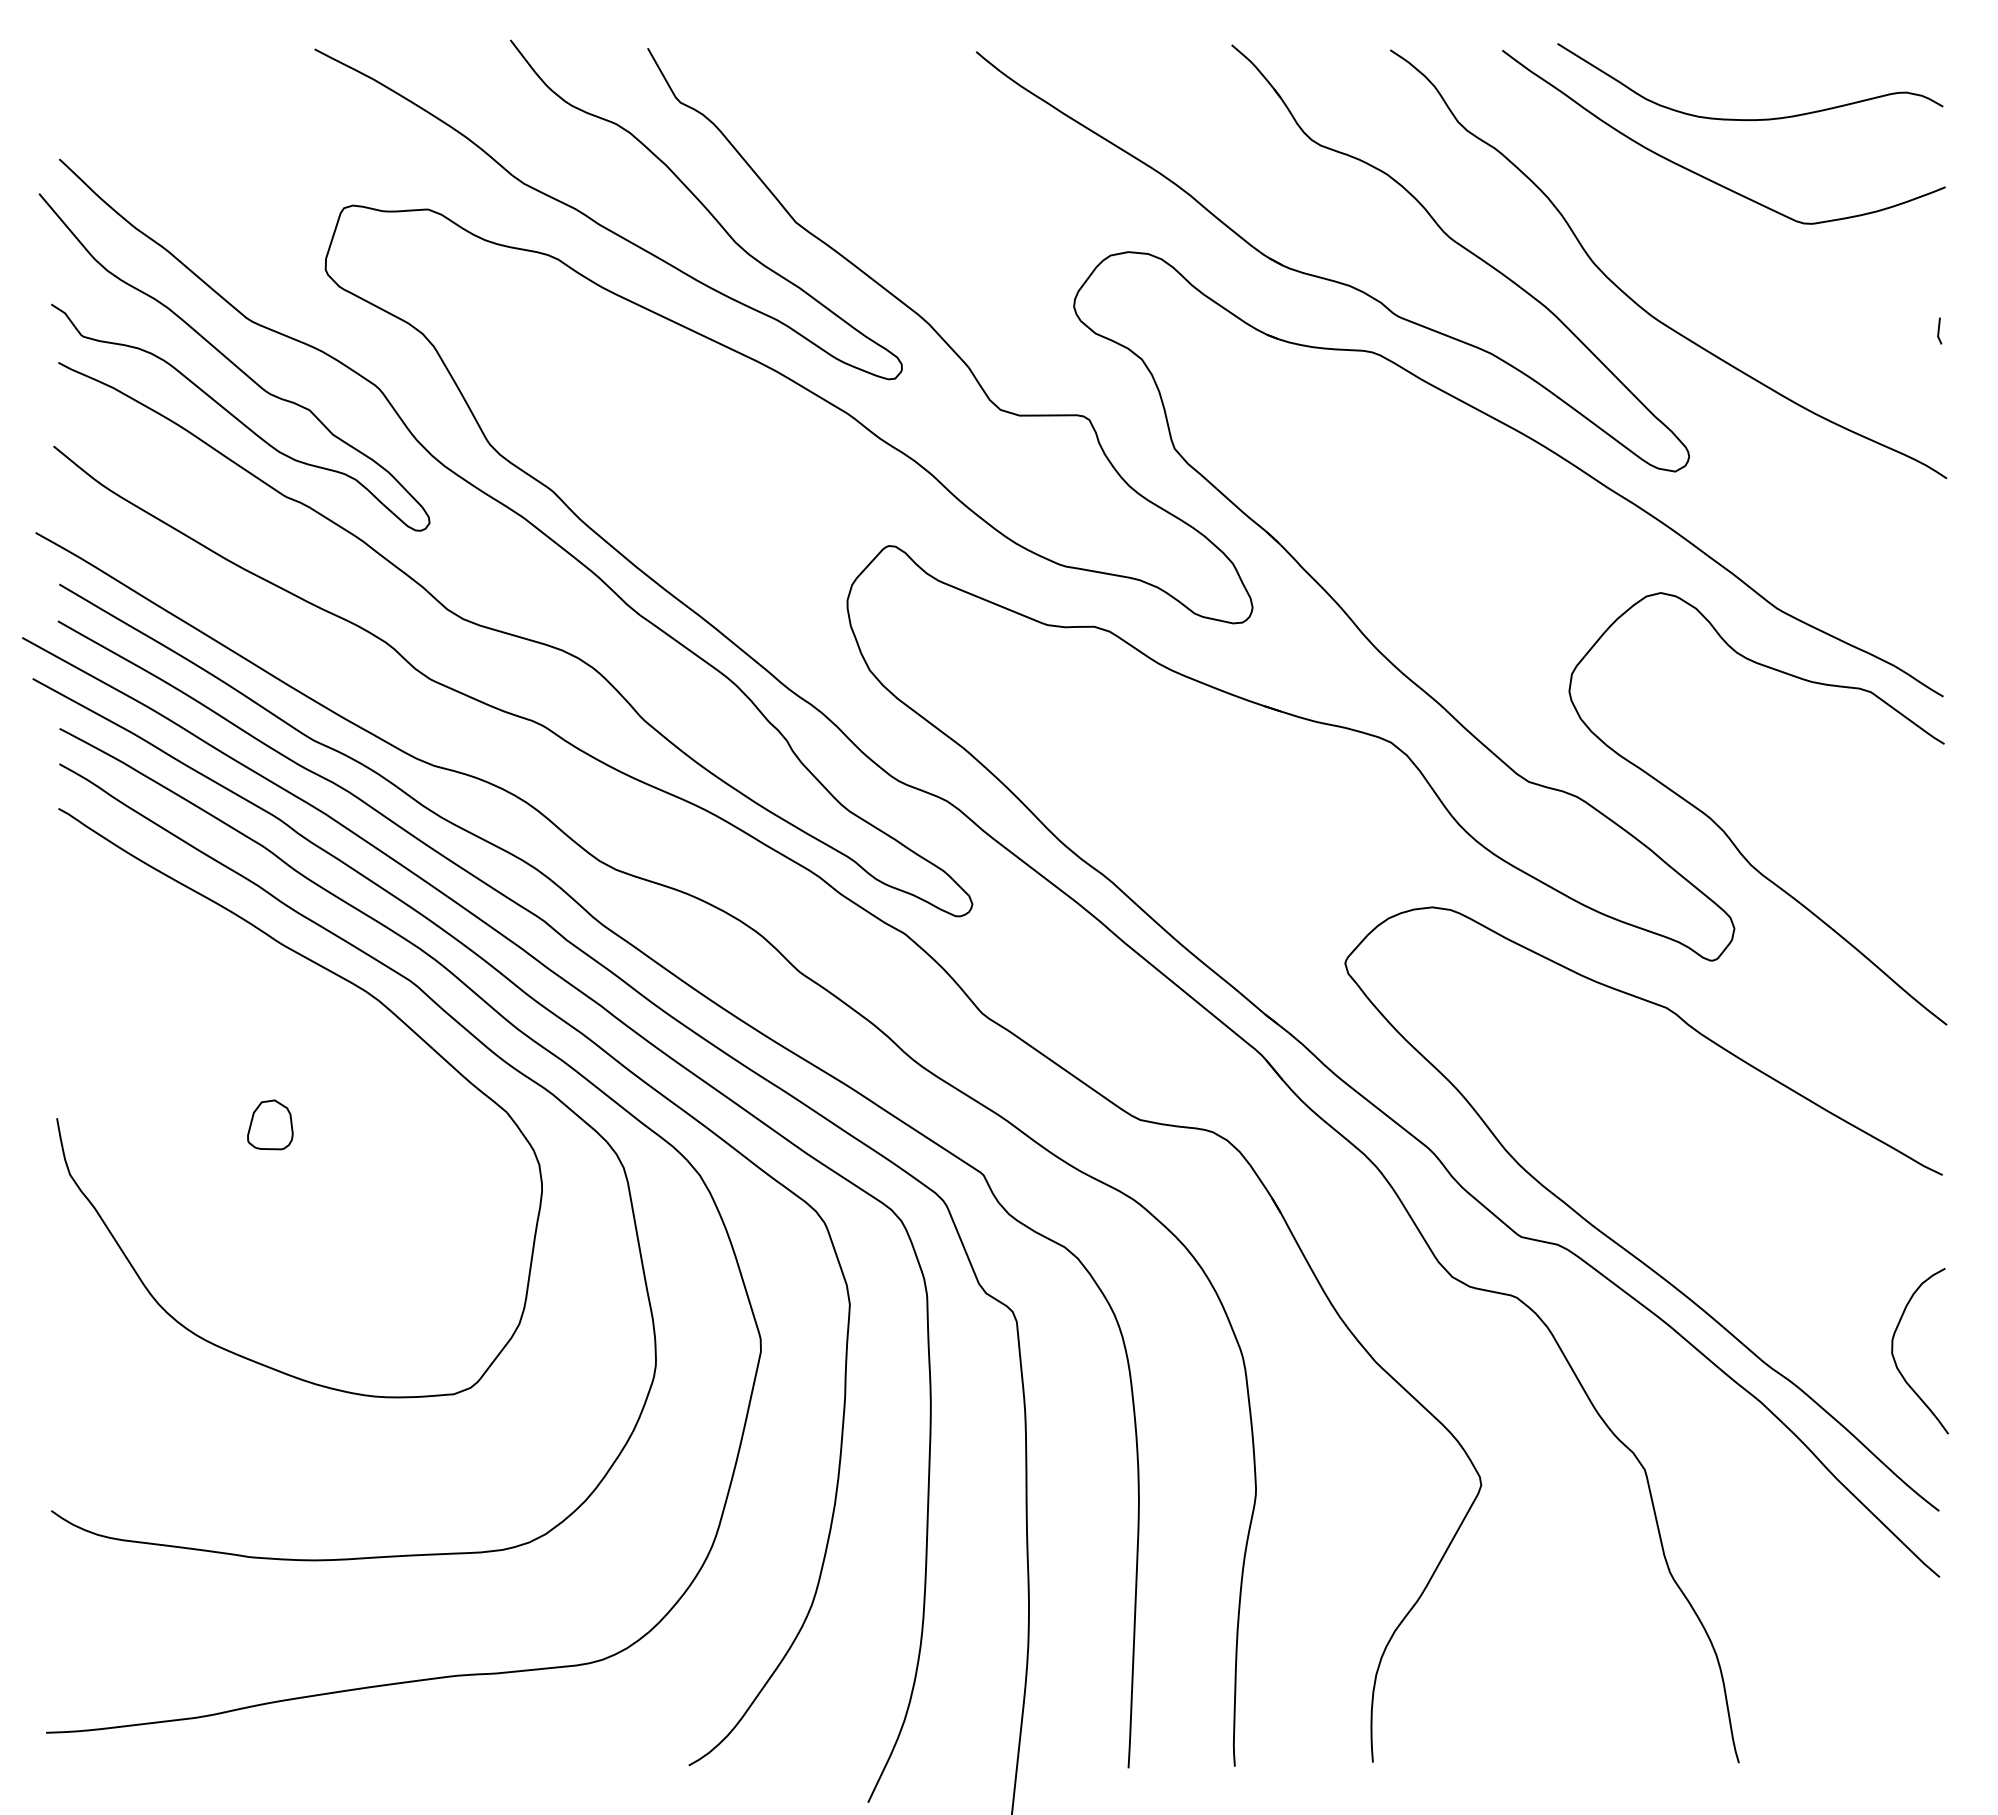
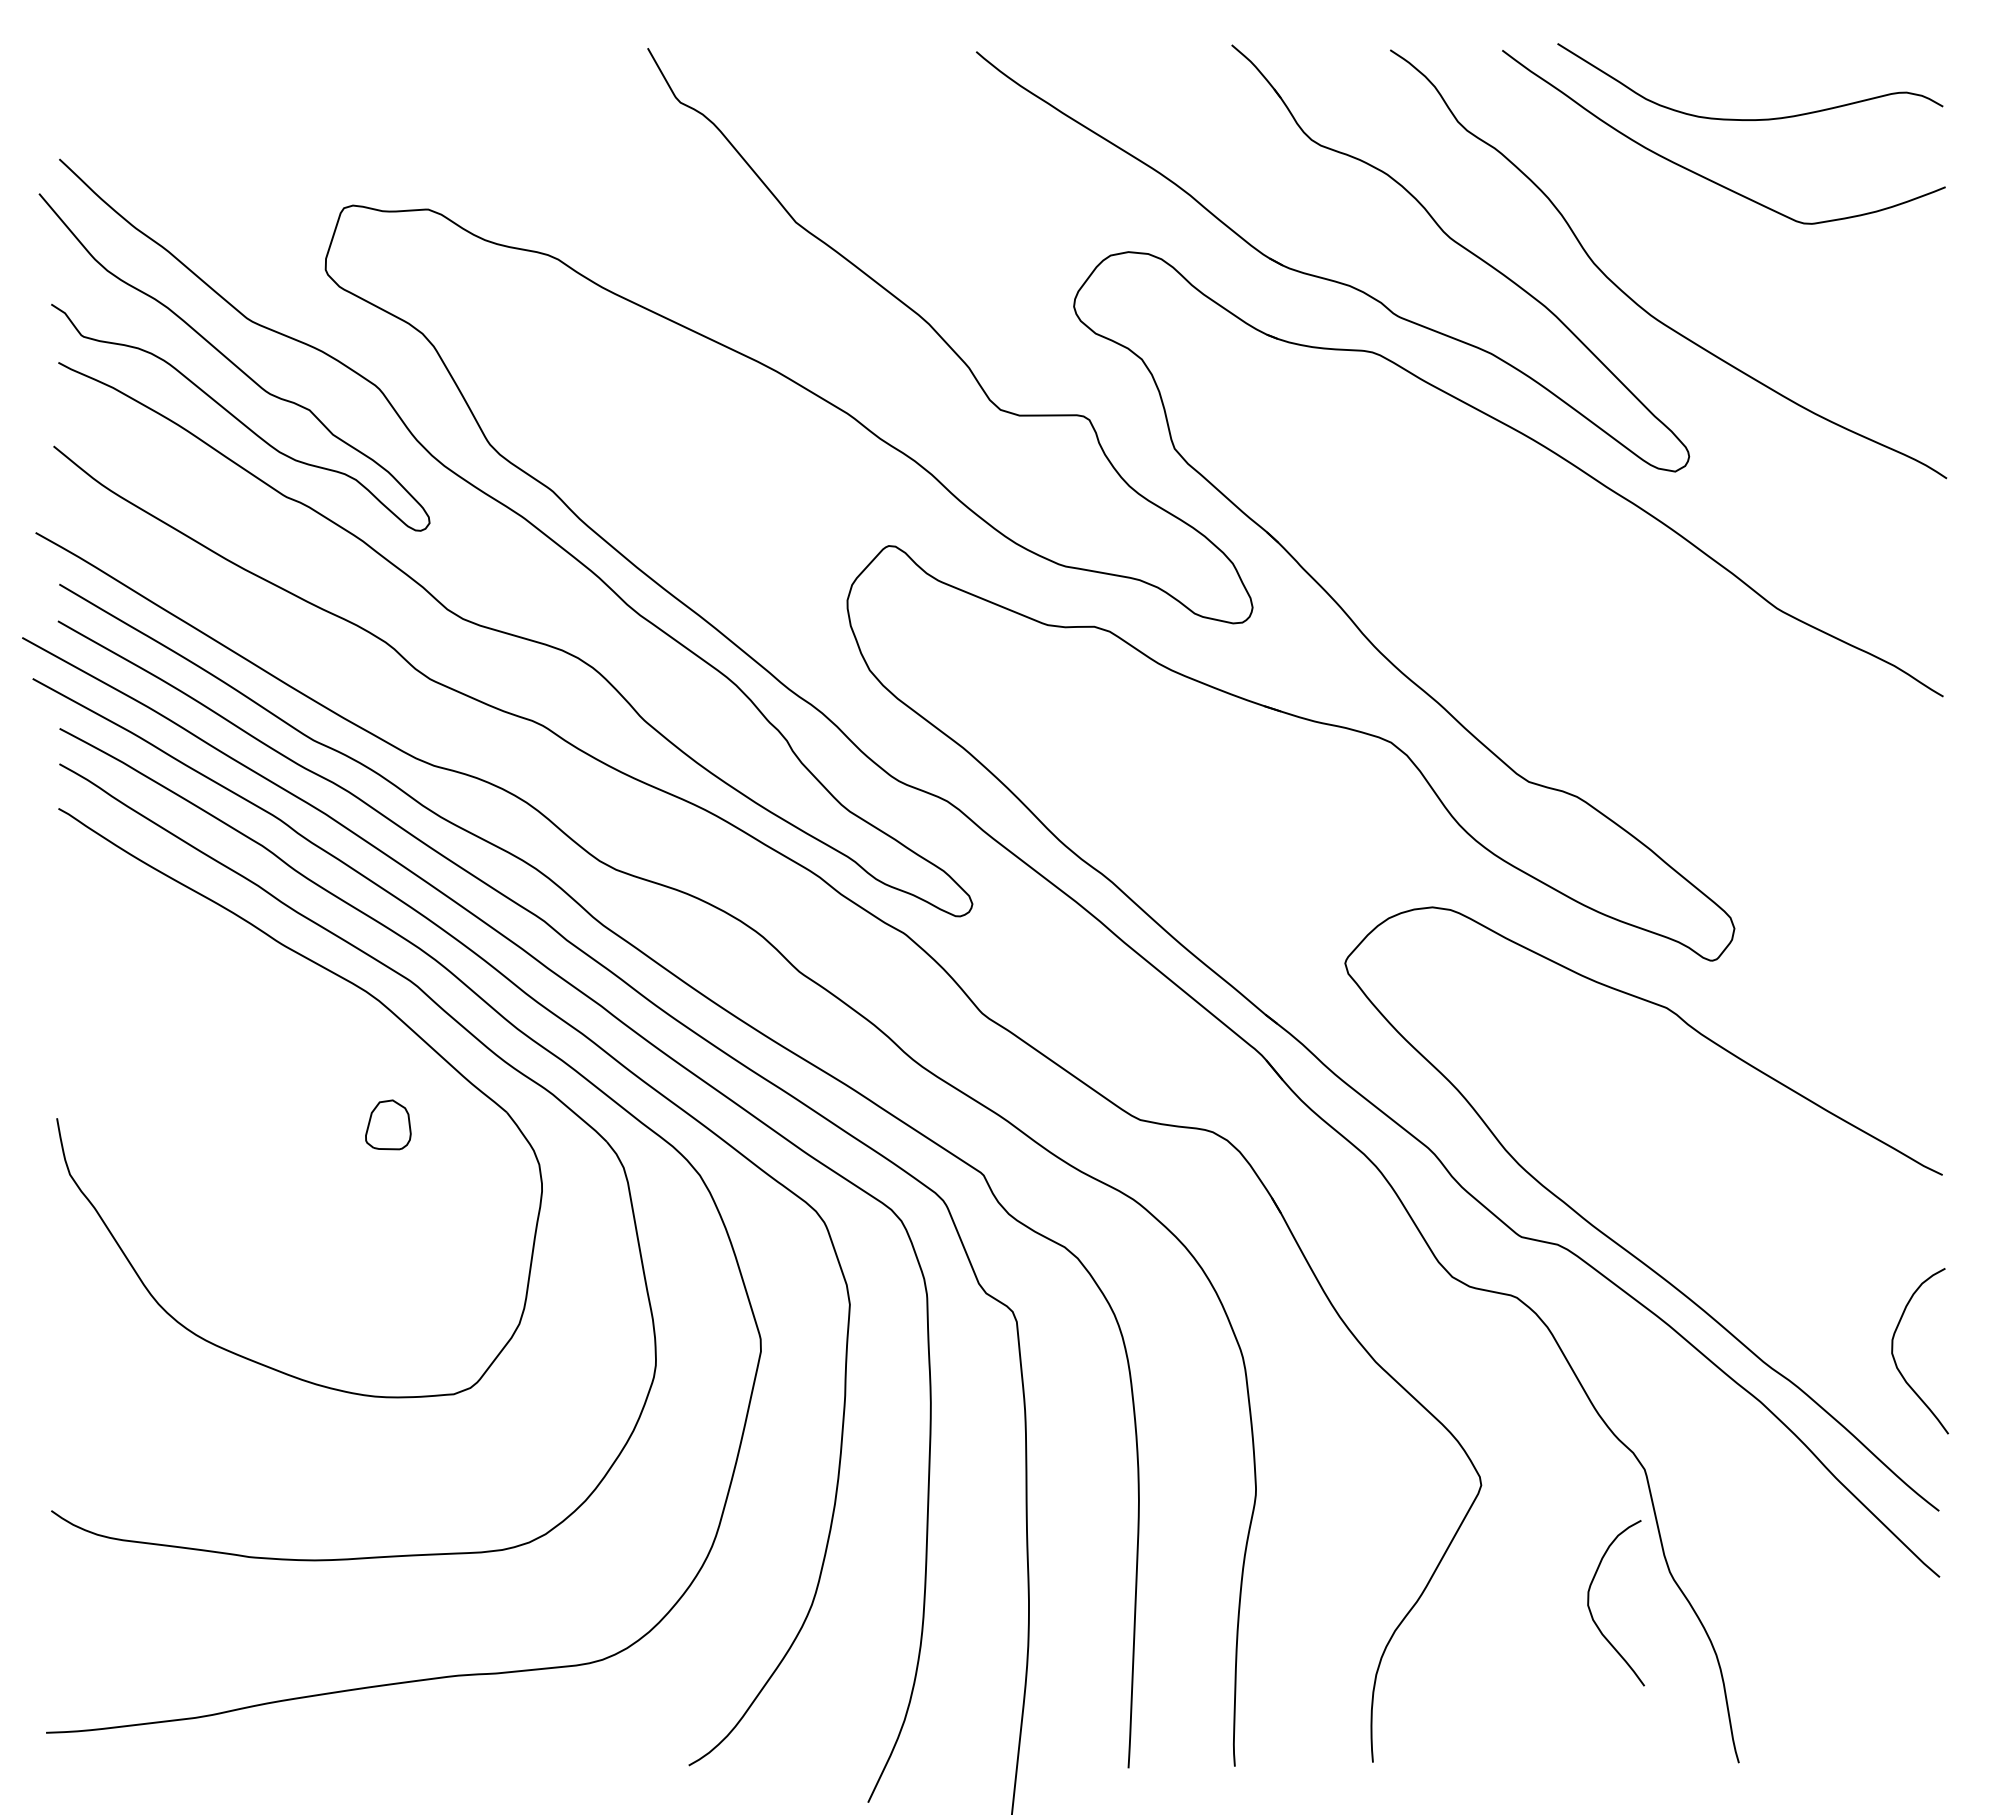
curve at (601, 224): present -> none
line at (1939, 330): present -> none
curve at (1729, 836): present -> none
part at (270, 1124) position: (270, 1124) -> (388, 1124)
curve at (1591, 1611): none -> present
